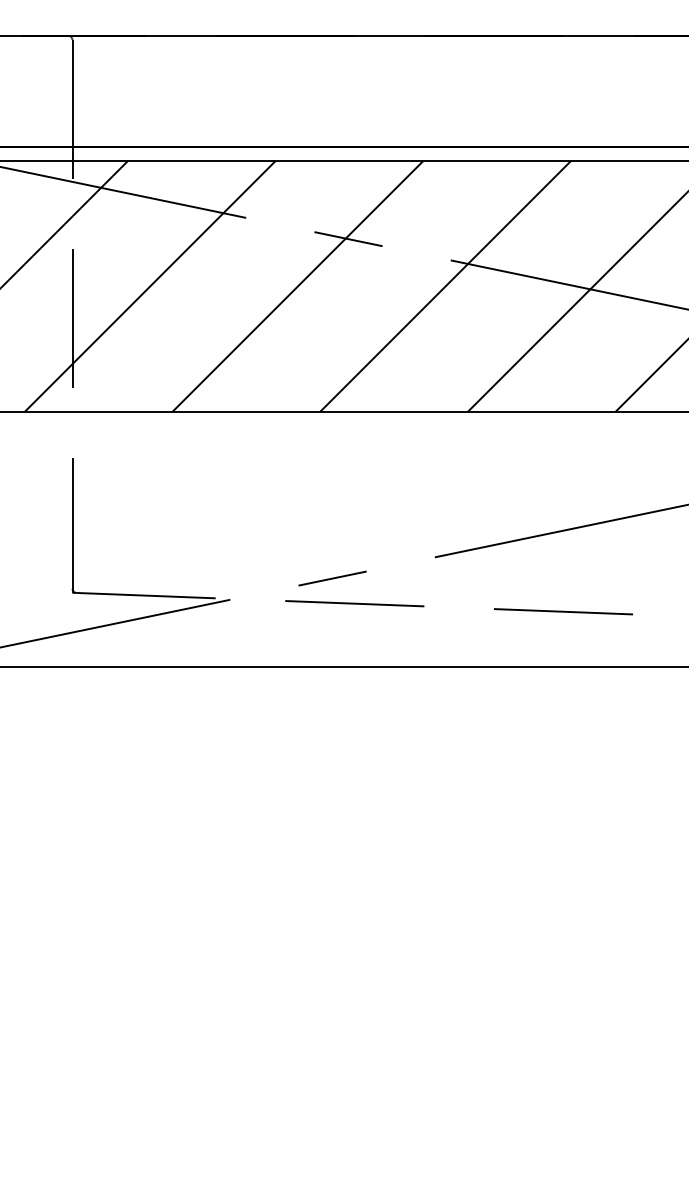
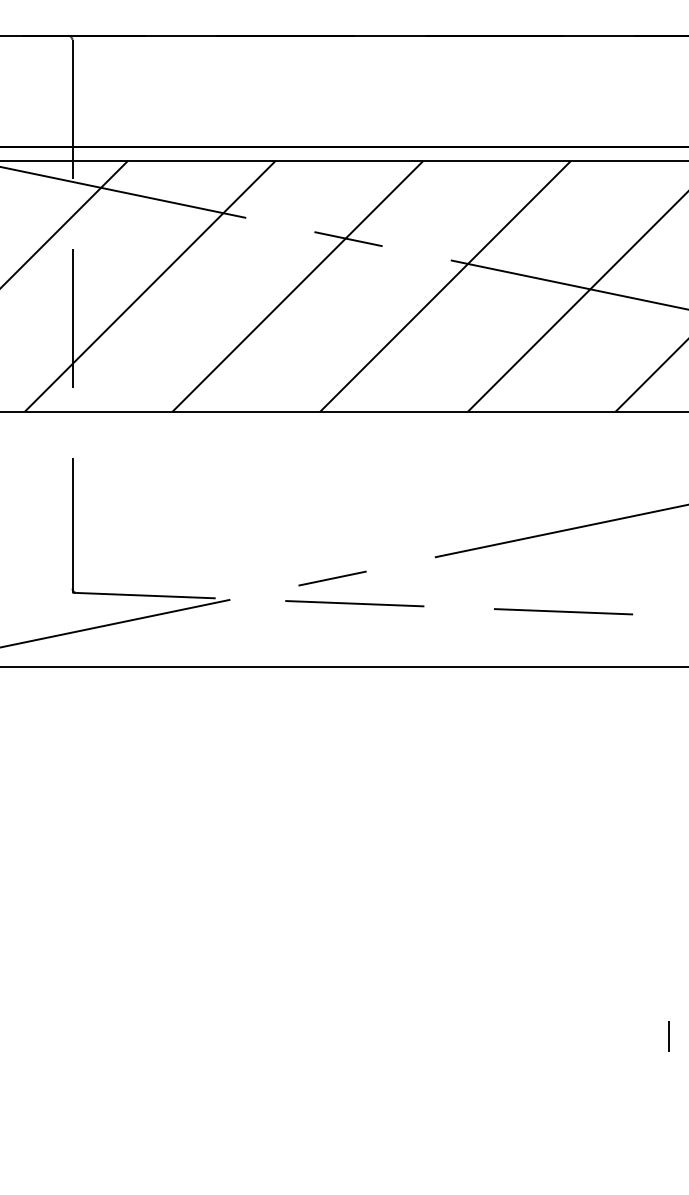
line at (668, 1036): none -> present
